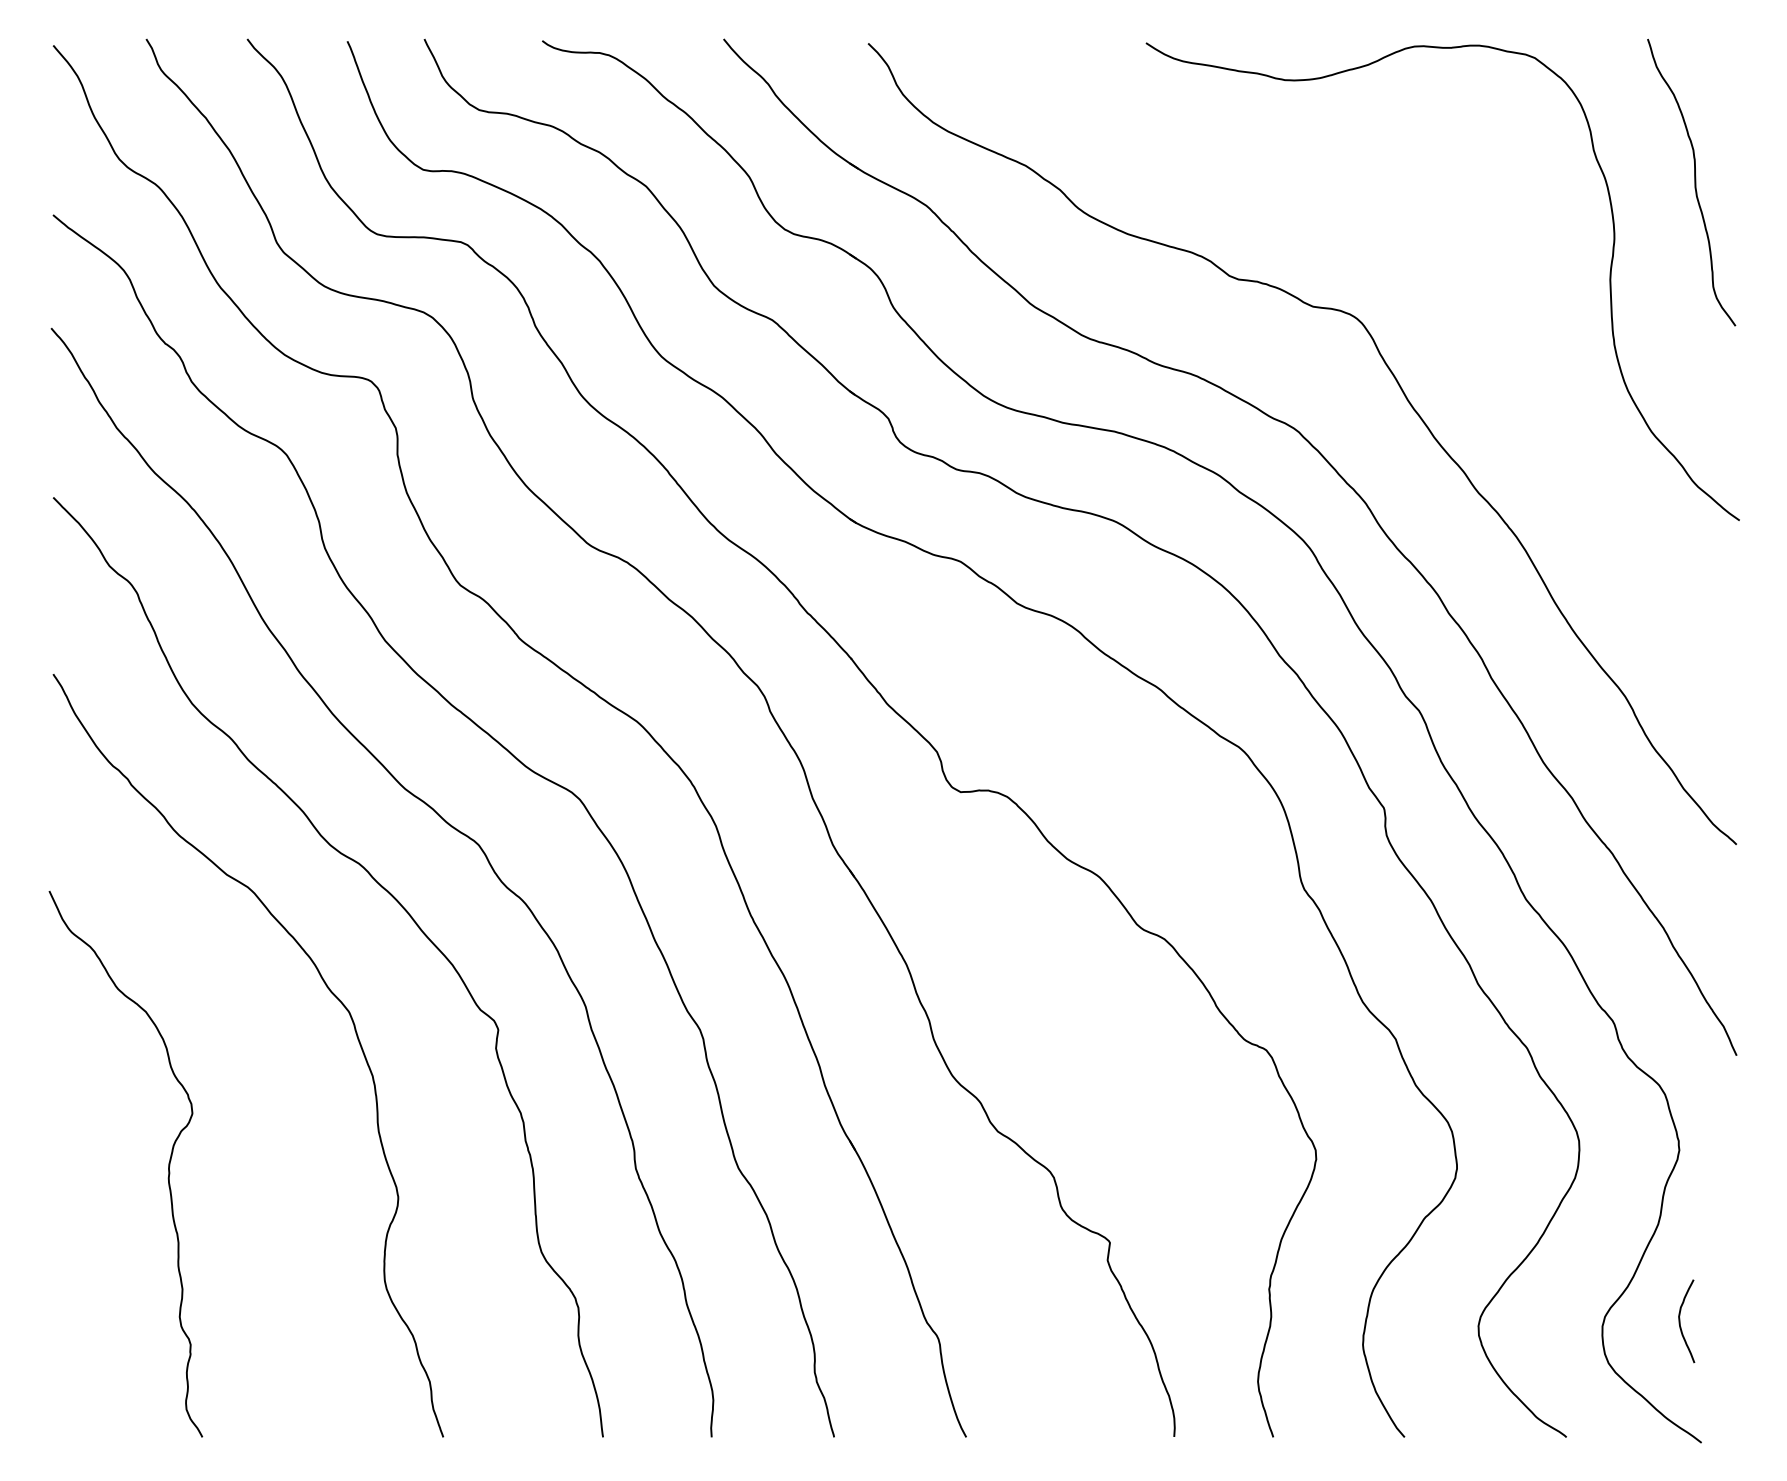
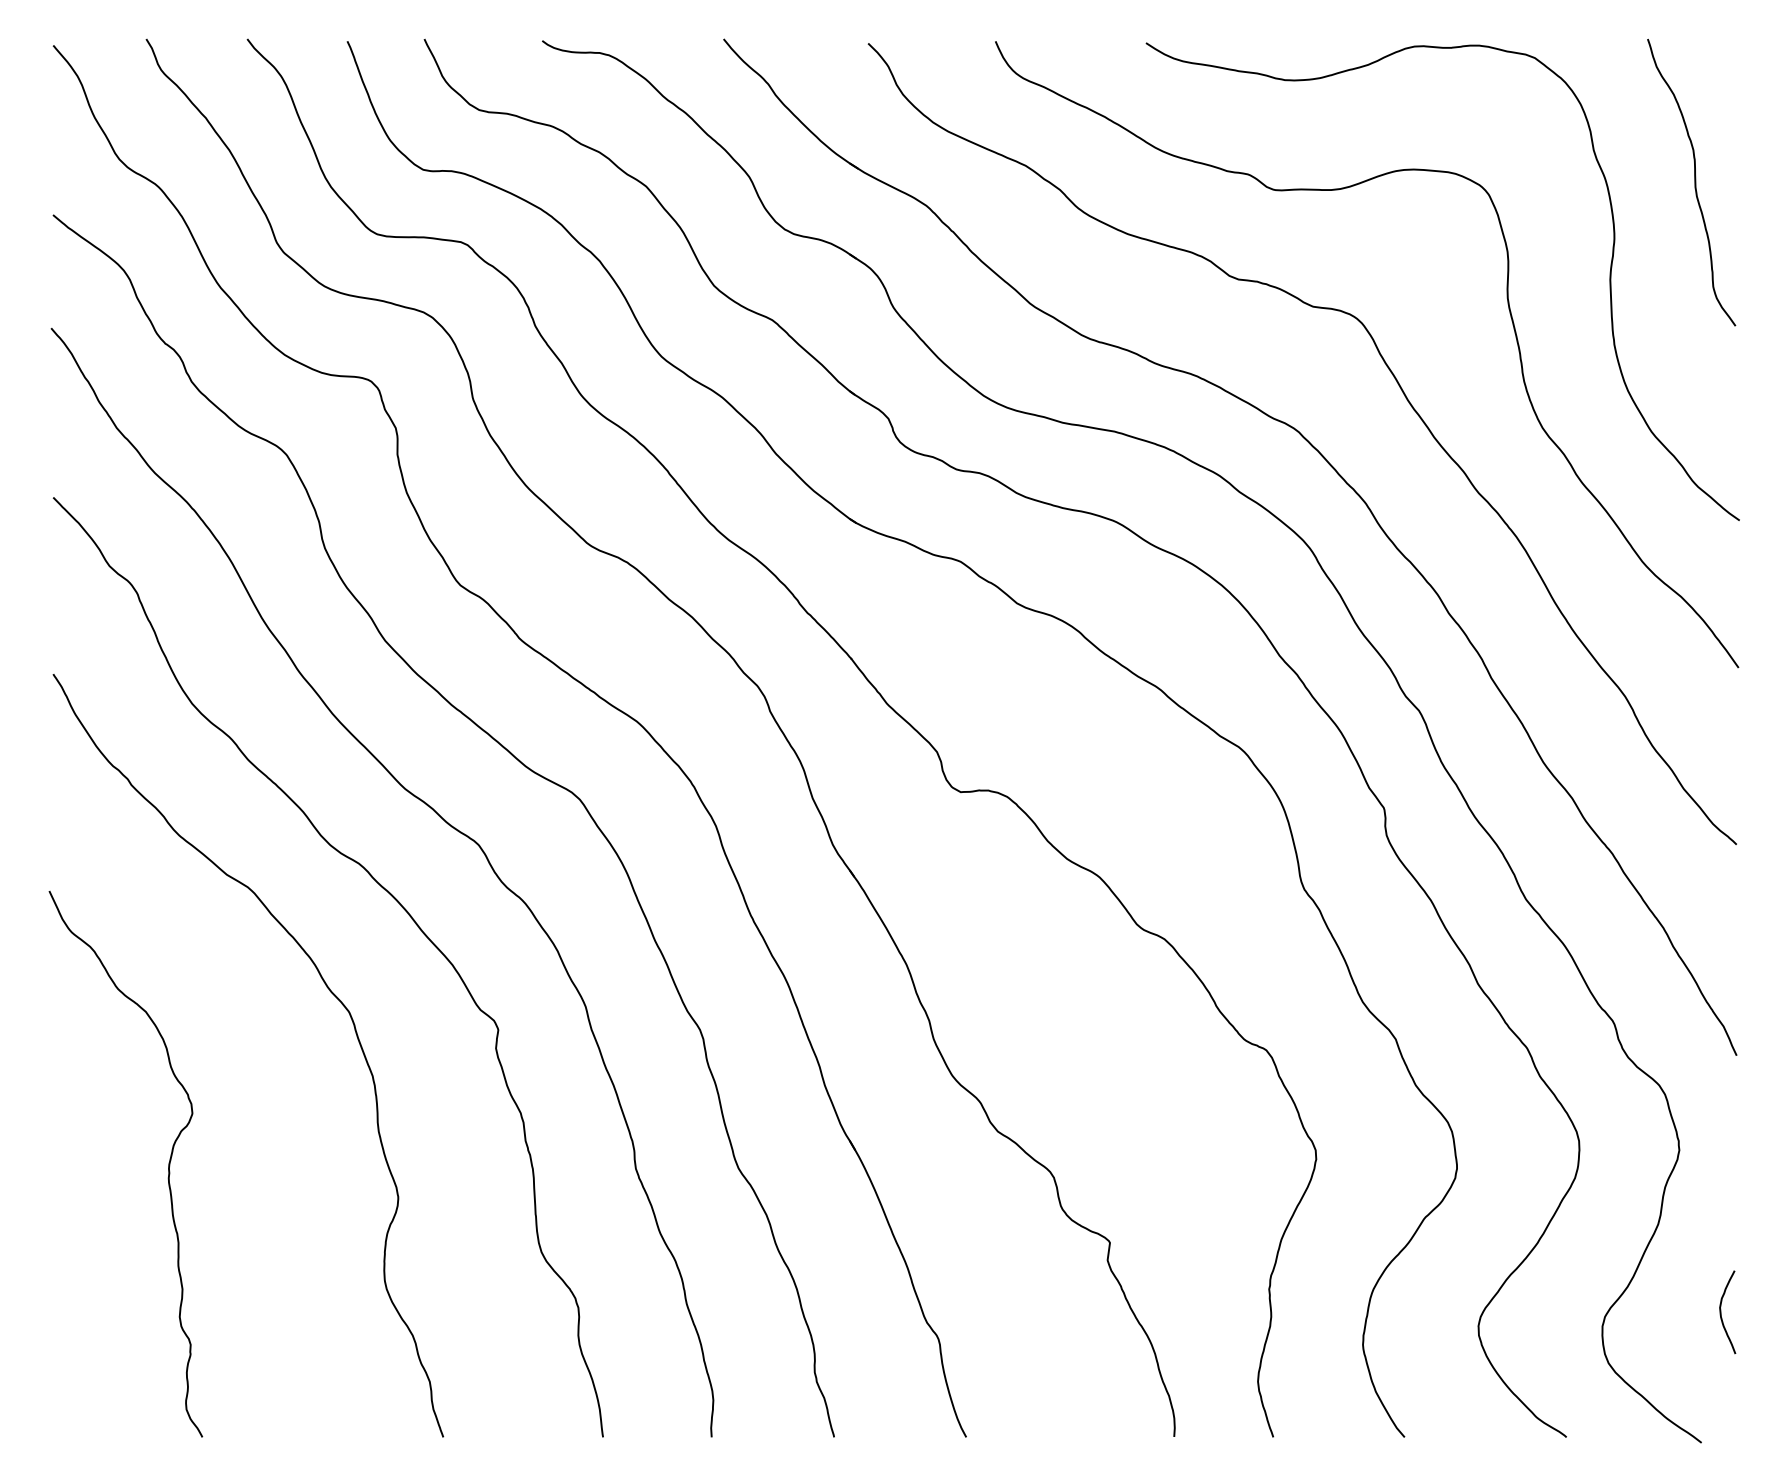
curve at (1510, 317): none -> present
curve at (1680, 1321) position: (1680, 1321) -> (1721, 1312)
